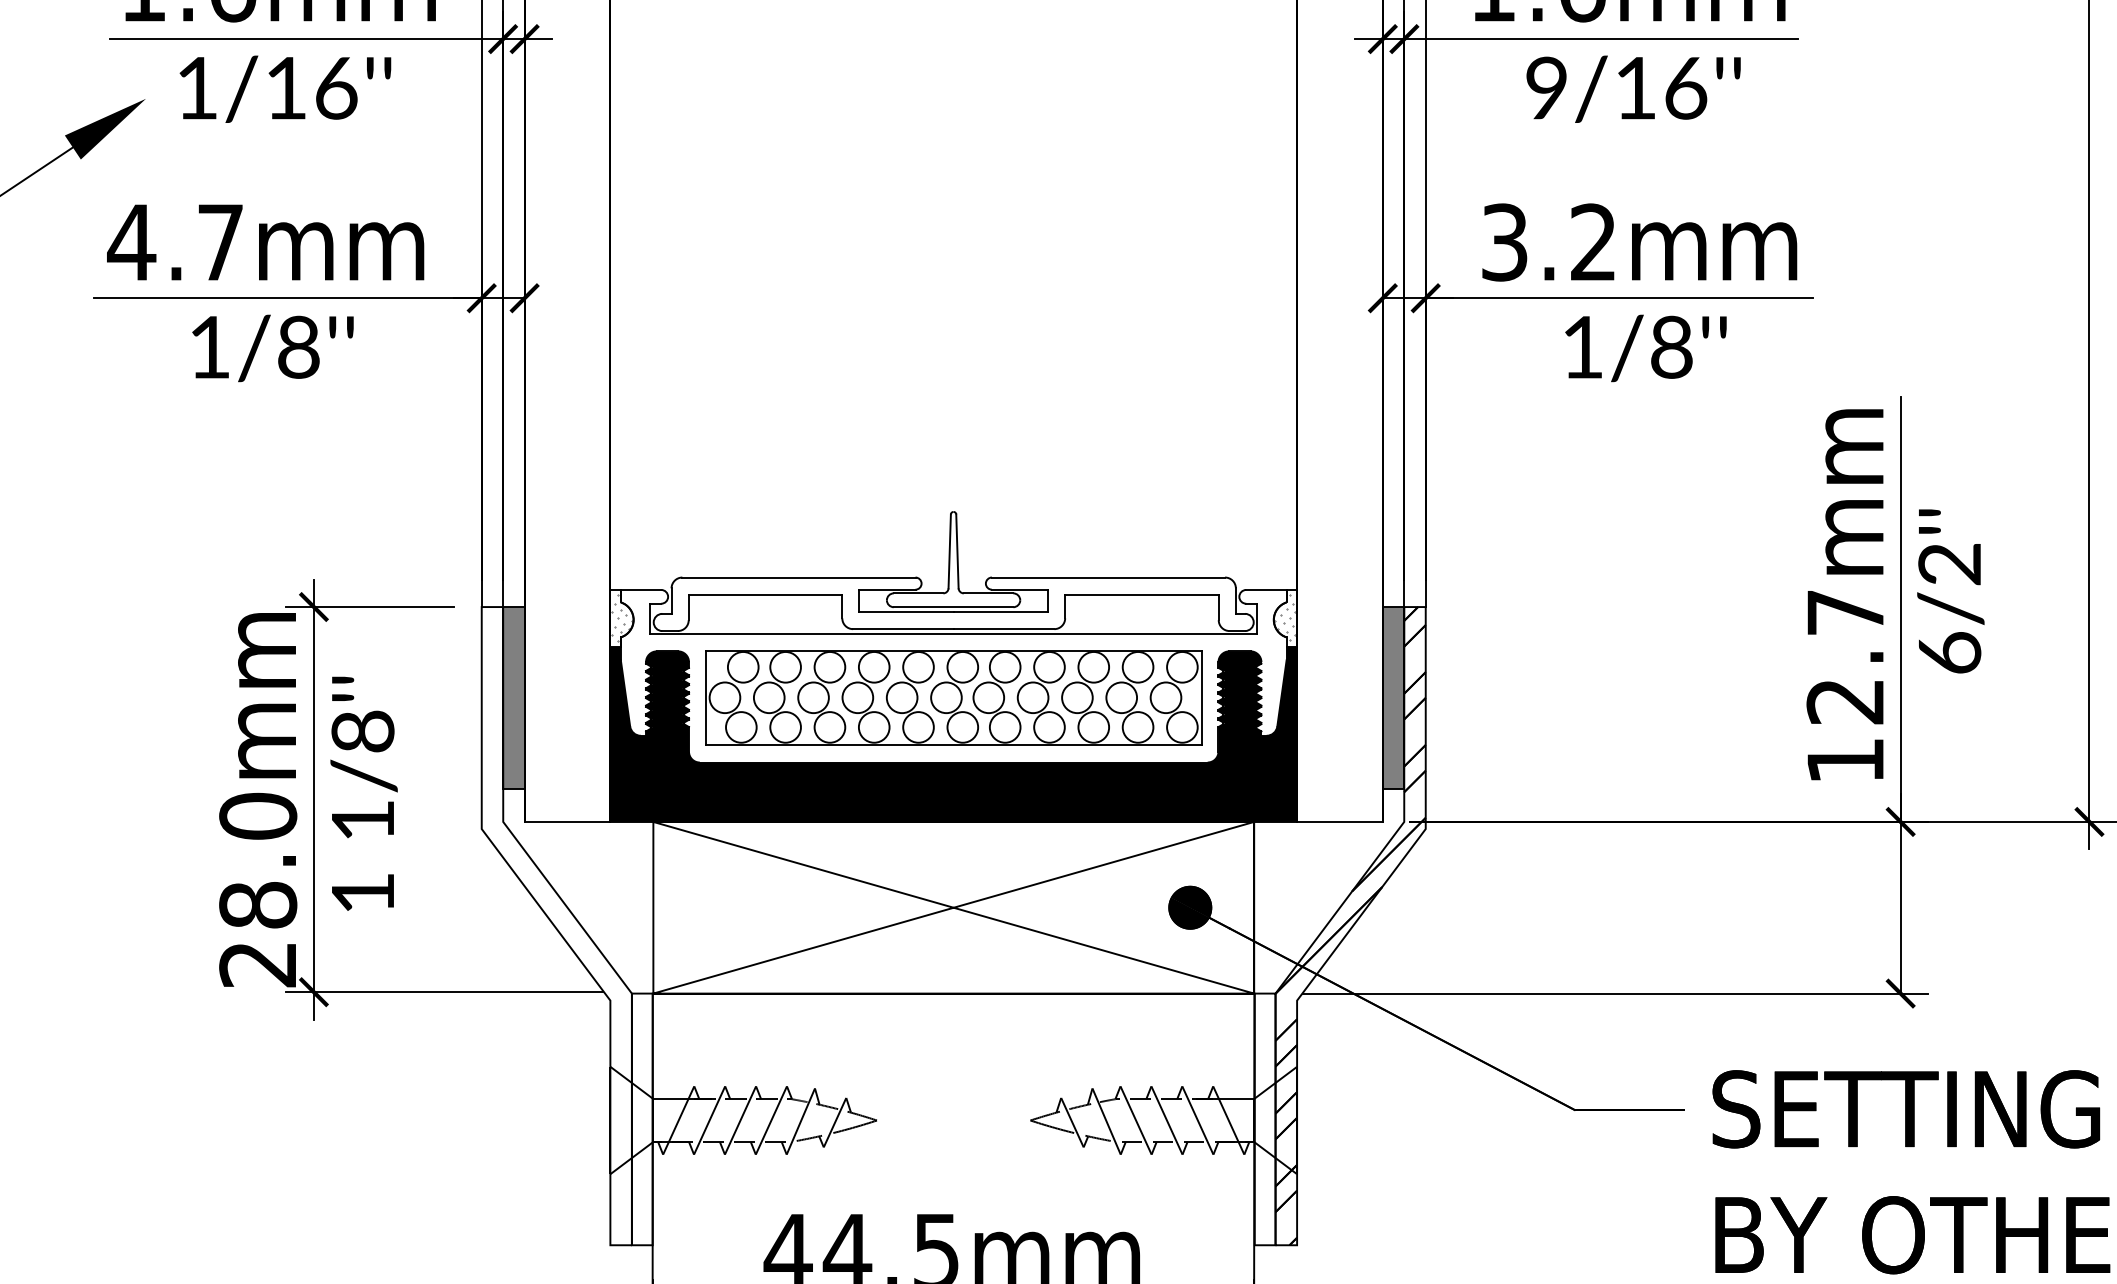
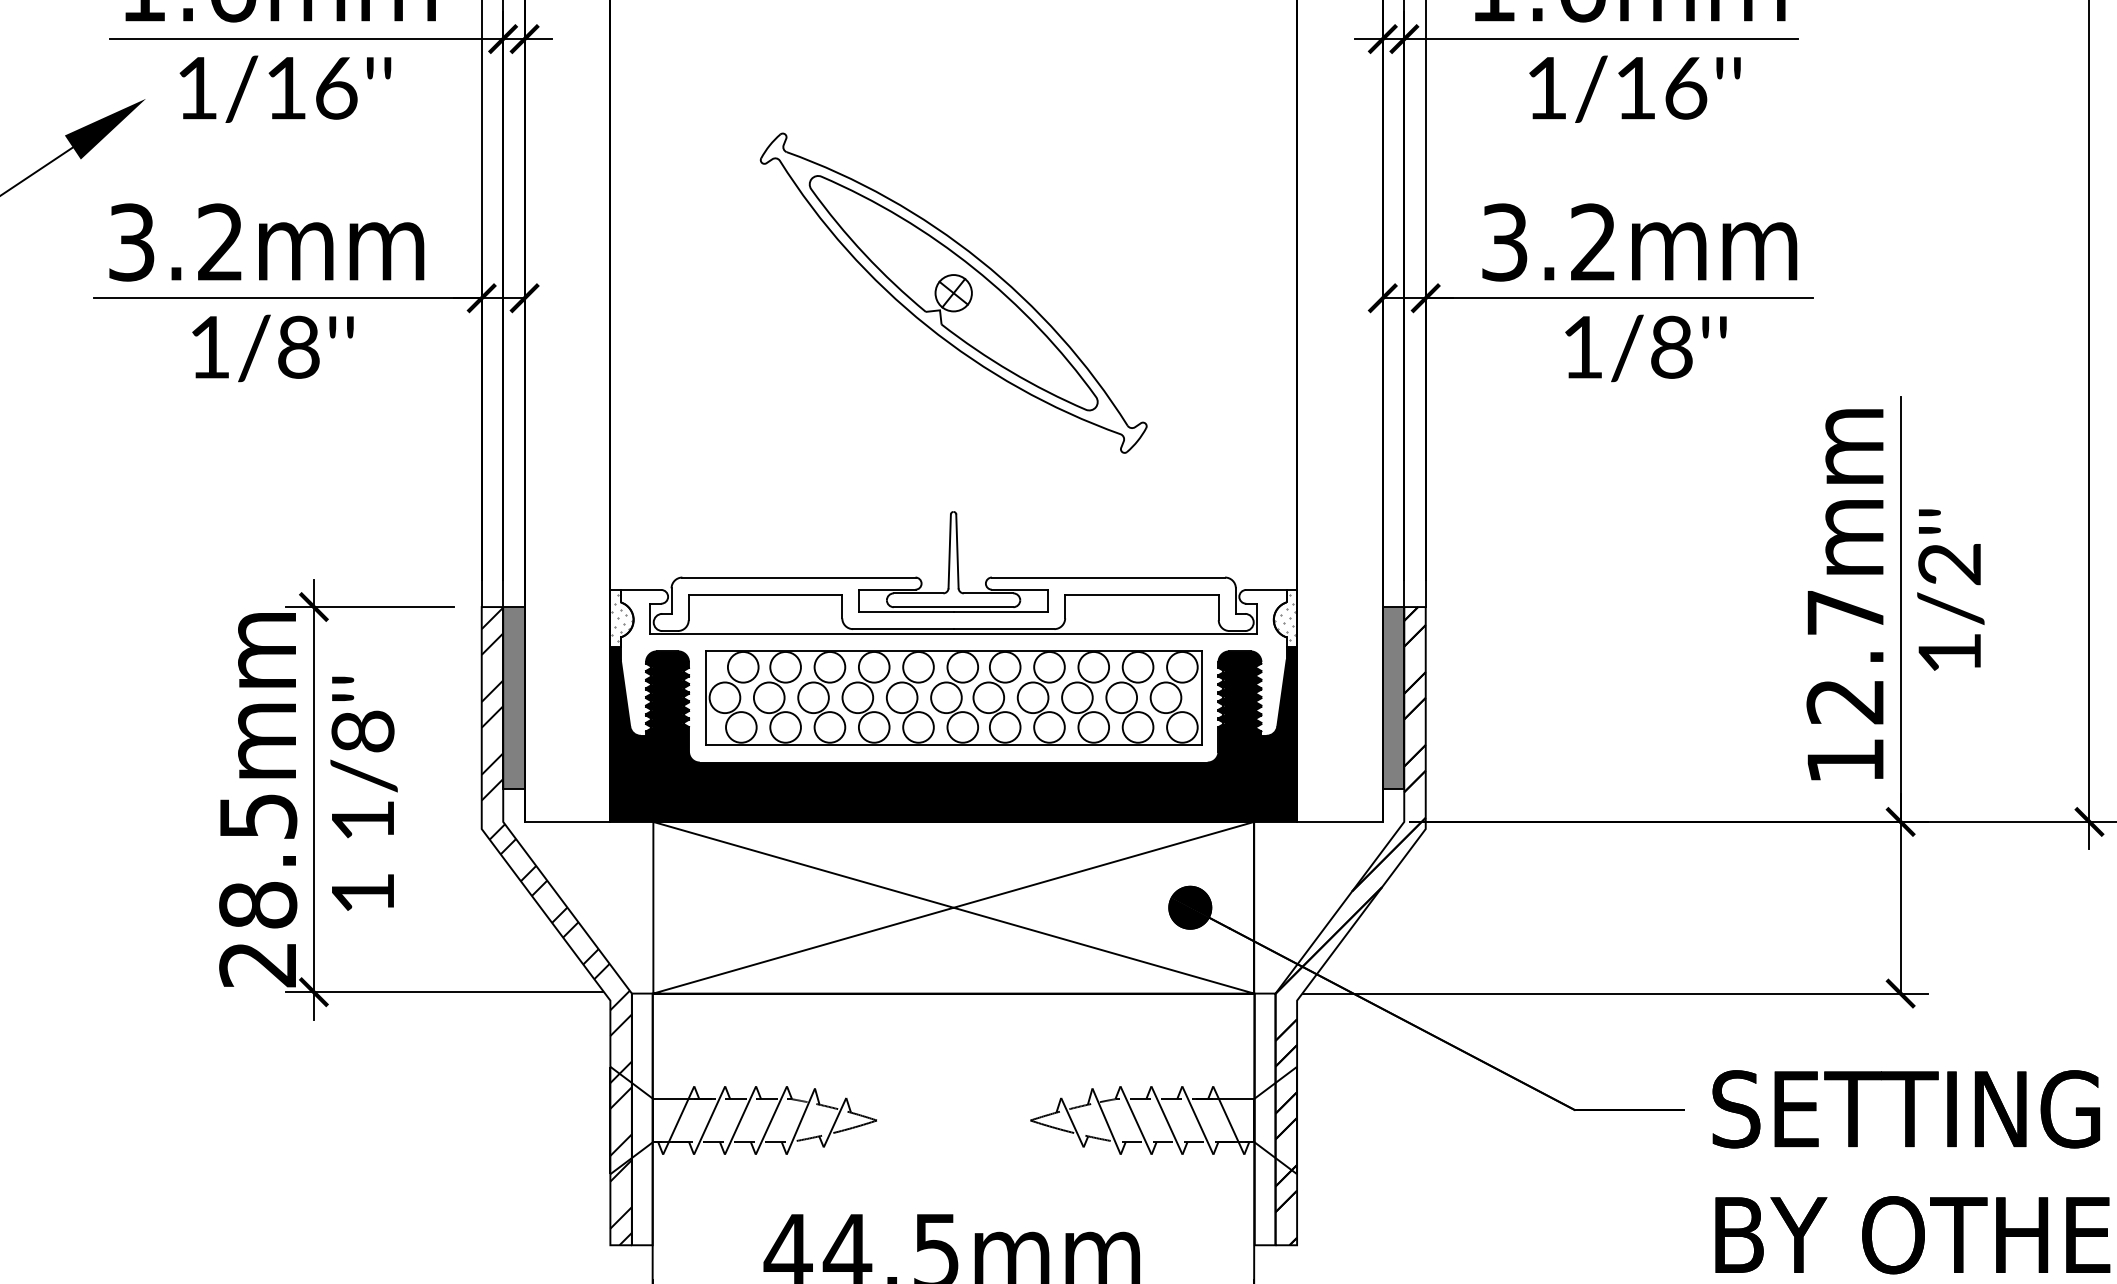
text at (1546, 87): 9/16''\f] -> 1/16''\f]
text at (174, 242): 4.7mm -> 3.2mm
part at (953, 292): none -> present
text at (1949, 652): 6/2''\f] -> 1/2''\f]
text at (258, 815): 28.0mm -> 28.5mm
hatch at (556, 926): none -> present
